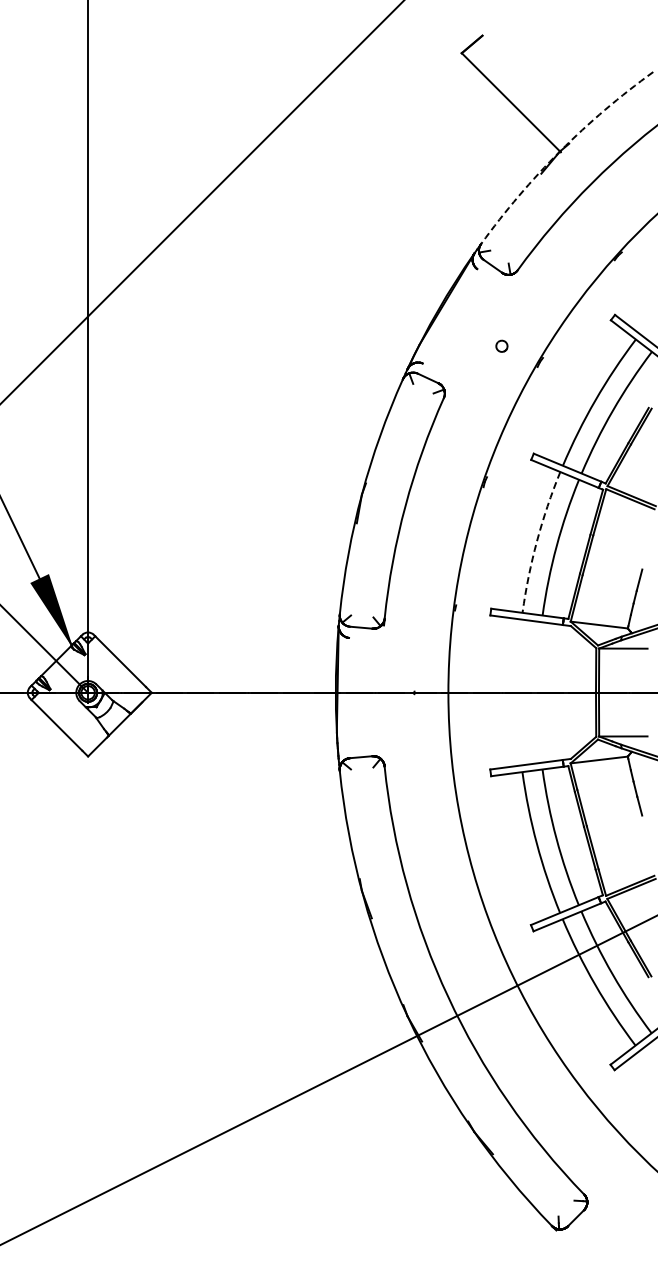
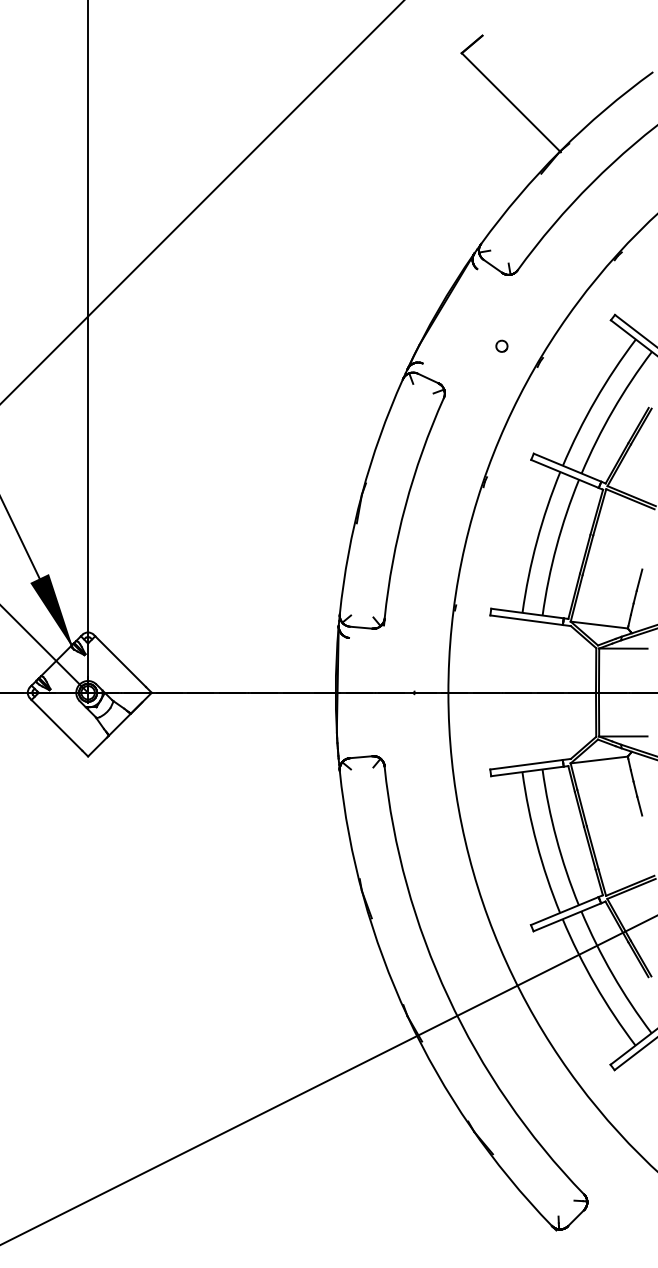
arc at (560, 151): dashed -> solid
arc at (537, 541): dashed -> solid
